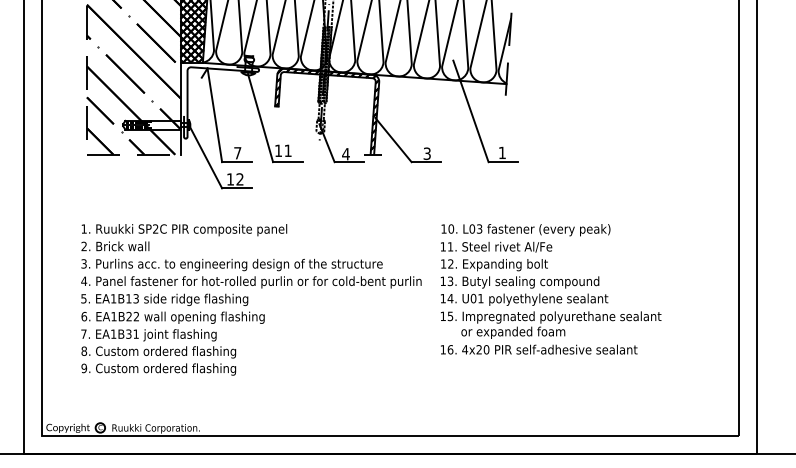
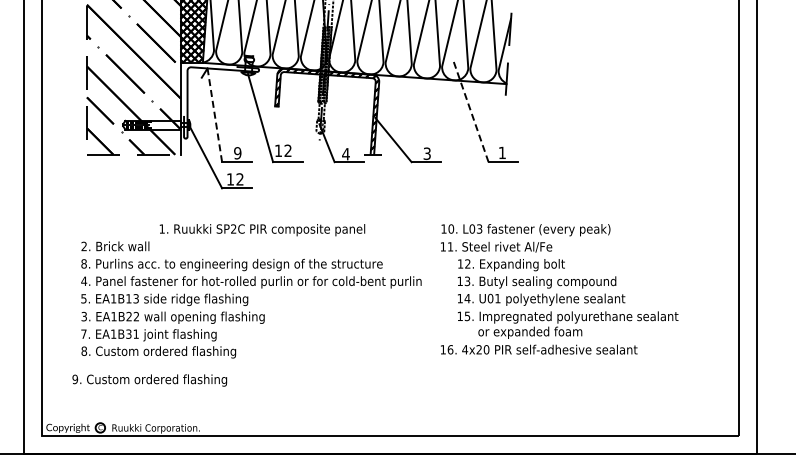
line at (470, 111): solid -> dashed
line at (214, 114): solid -> dashed
text at (287, 150): 11 -> 12
text at (237, 153): 7 -> 9
text at (184, 230) position: (184, 230) -> (262, 230)
text at (83, 263): 3. -> 8.
text at (550, 298) position: (550, 298) -> (567, 298)
text at (84, 316): 6. -> 3.
text at (158, 369) position: (158, 369) -> (149, 380)
